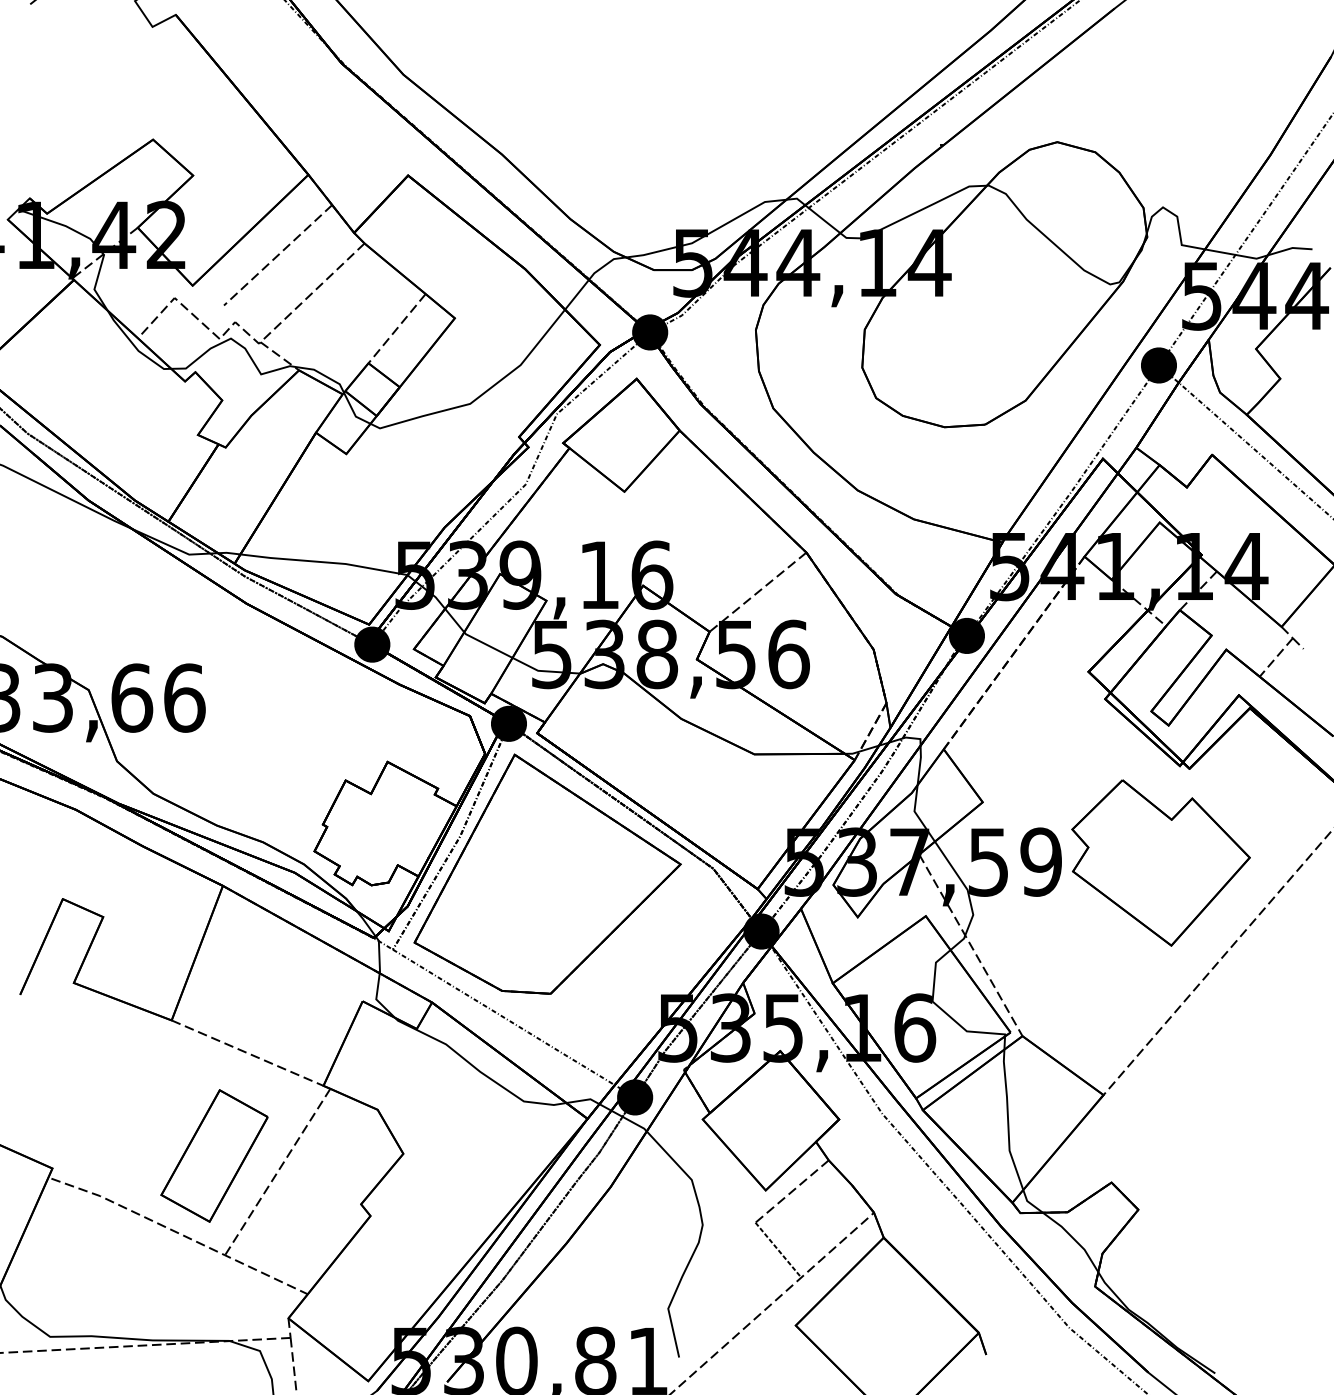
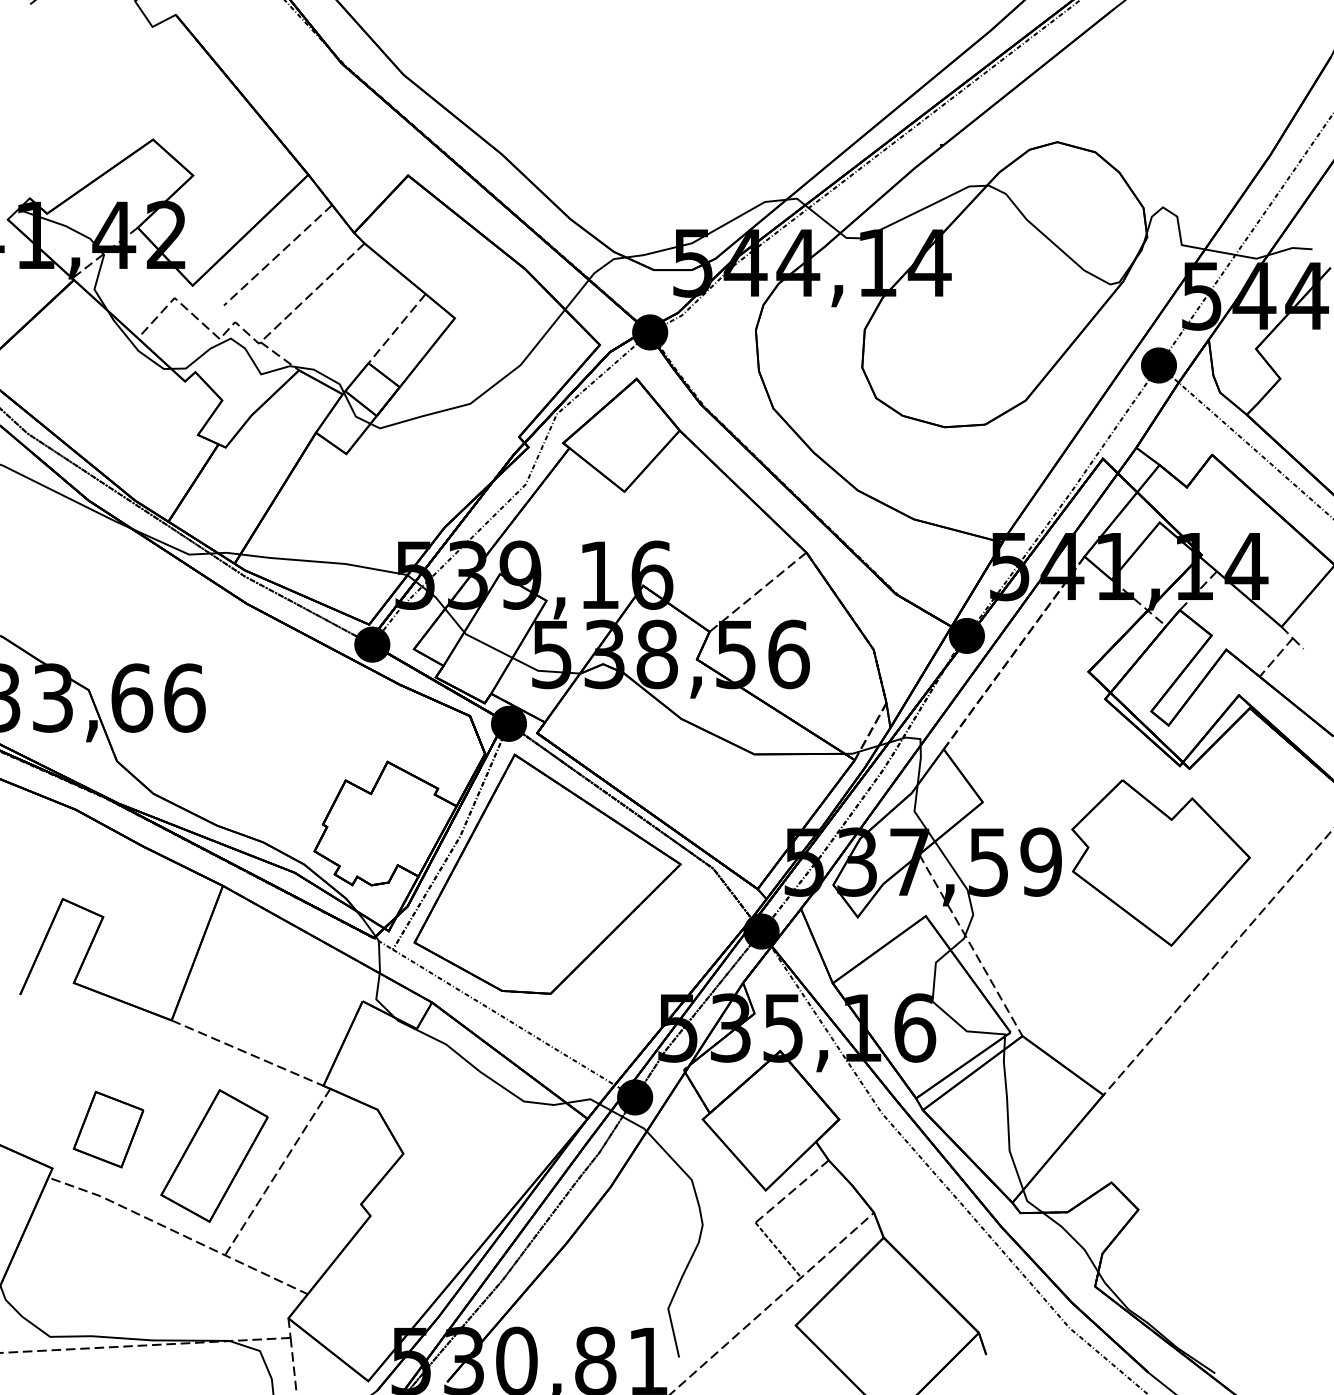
part at (108, 1129): none -> present
